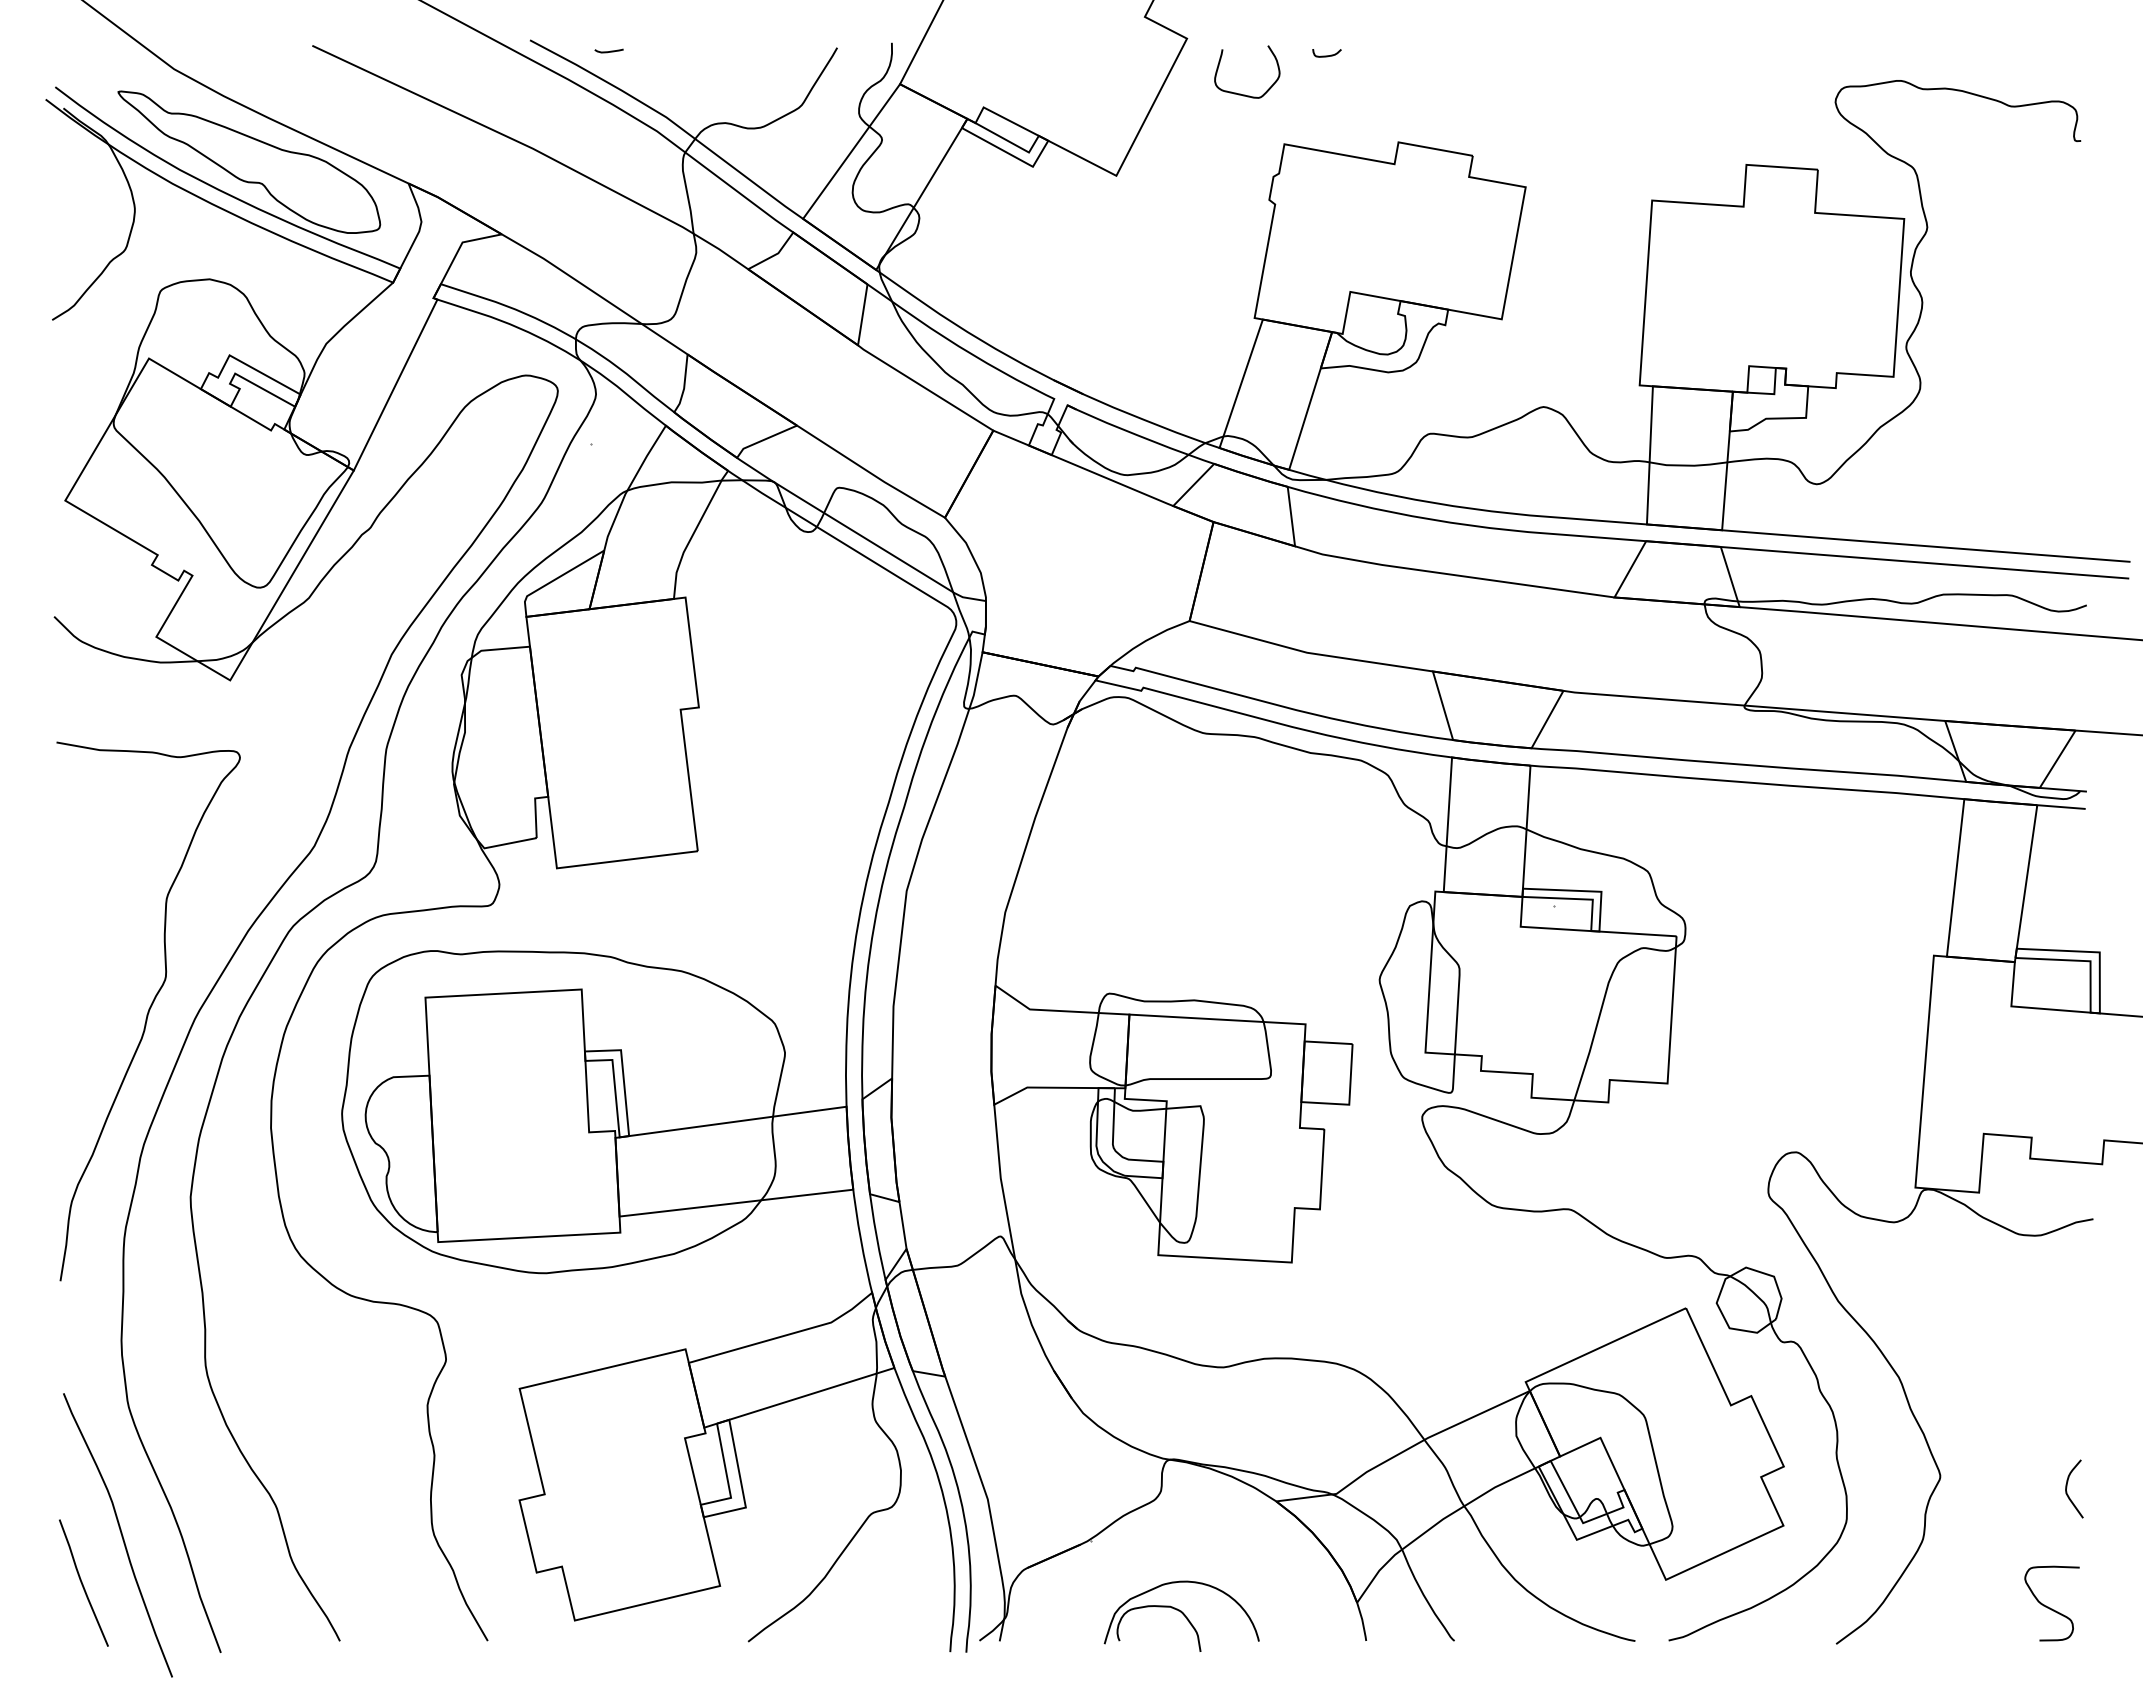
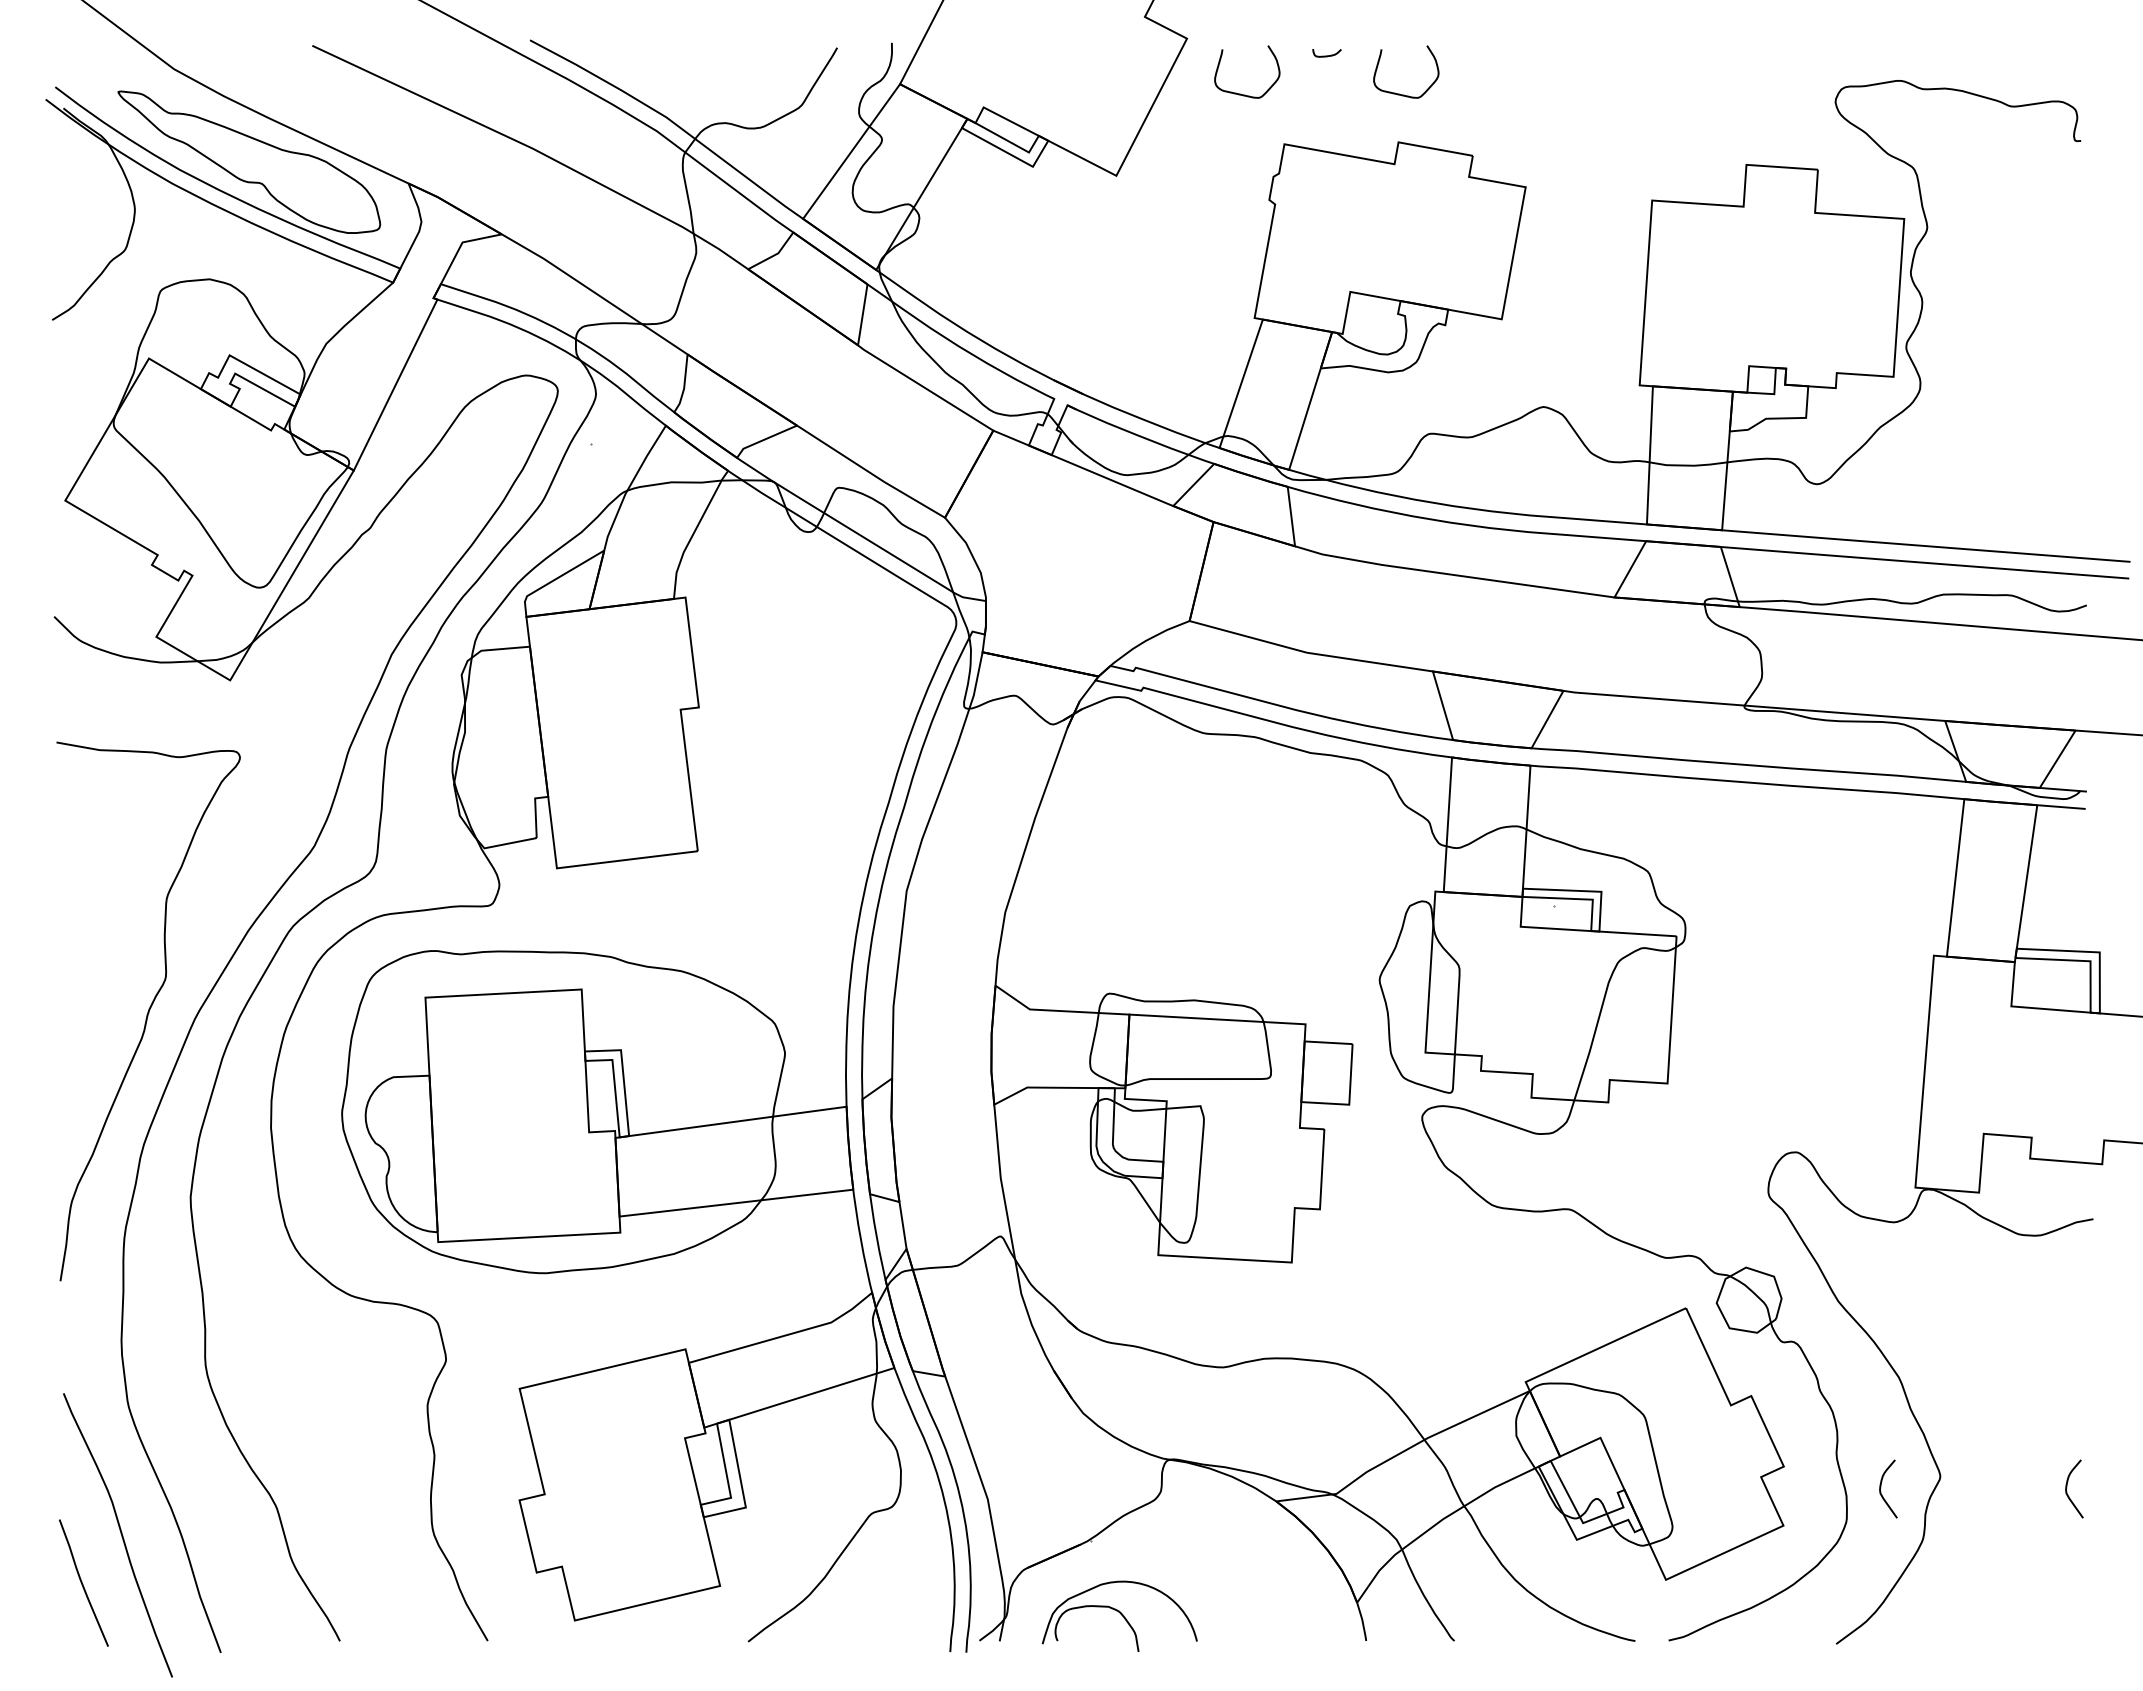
curve at (608, 51): present -> none
curve at (1399, 93): none -> present
curve at (1881, 1487): none -> present
curve at (2050, 1607): present -> none
part at (1181, 1615) position: (1181, 1615) -> (1119, 1615)
